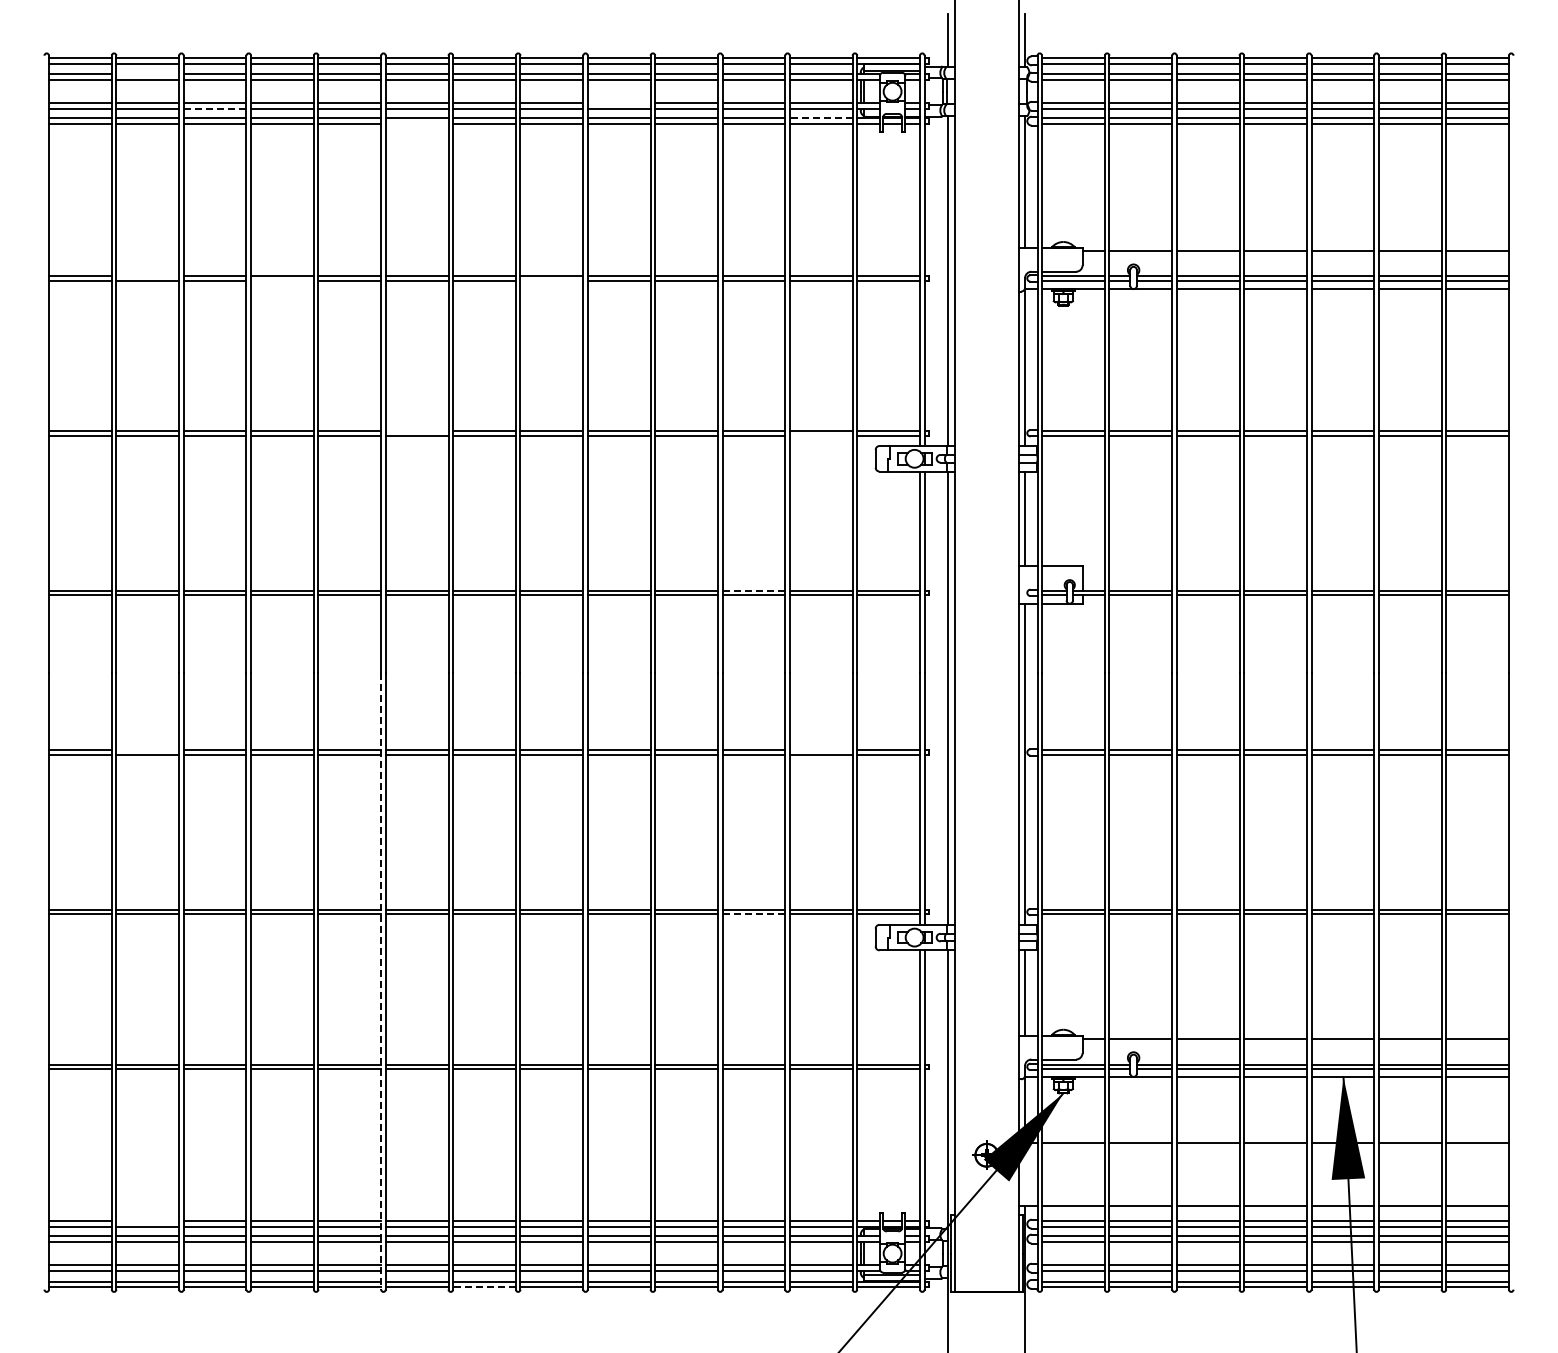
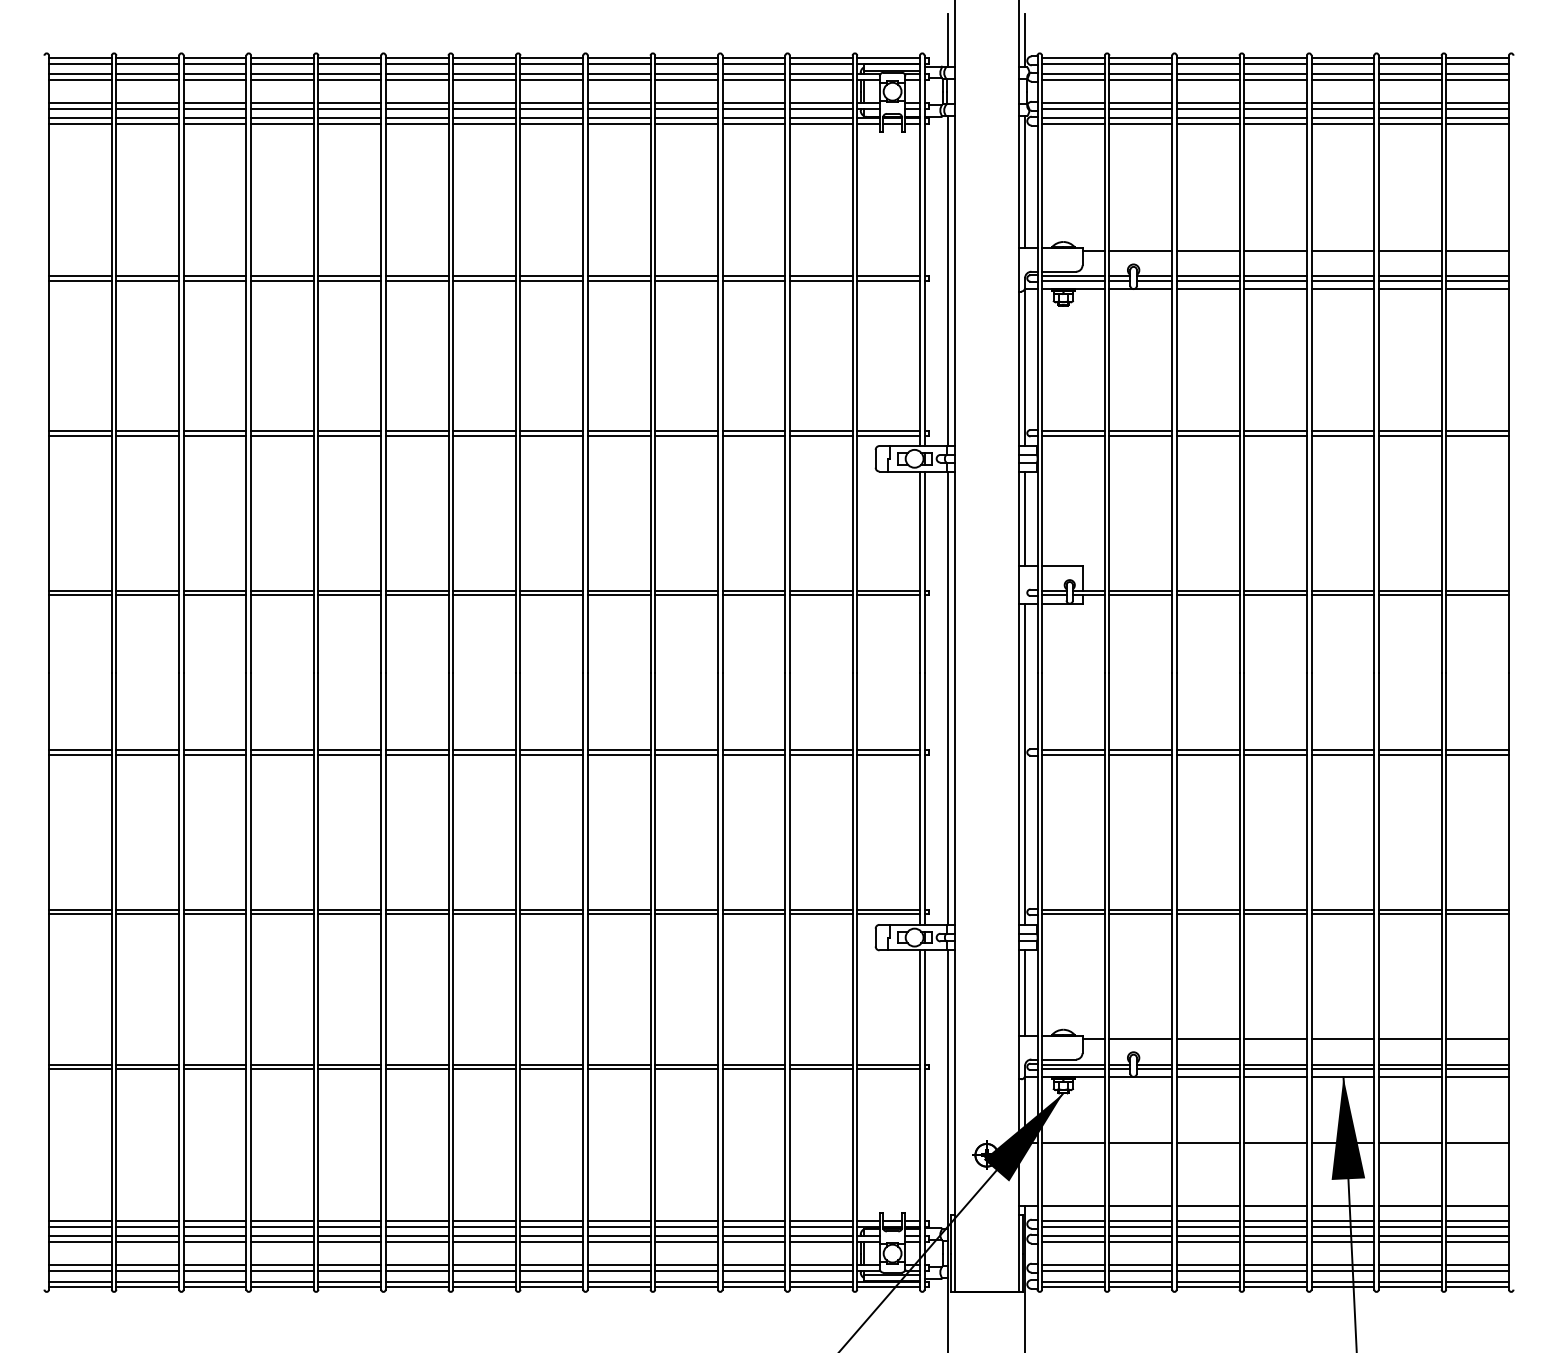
line at (147, 74): none -> present
line at (618, 103): none -> present
line at (214, 109): dashed -> solid
line at (820, 118): dashed -> solid
line at (416, 124): none -> present
line at (147, 276): none -> present
line at (282, 280): none -> present
line at (551, 280): none -> present
line at (416, 430): none -> present
line at (820, 435): none -> present
line at (753, 590): dashed -> solid
line at (147, 750): none -> present
line at (820, 750): none -> present
line at (753, 914): dashed -> solid
line at (381, 981): dashed -> solid
line at (147, 1221): none -> present
line at (484, 1287): dashed -> solid
